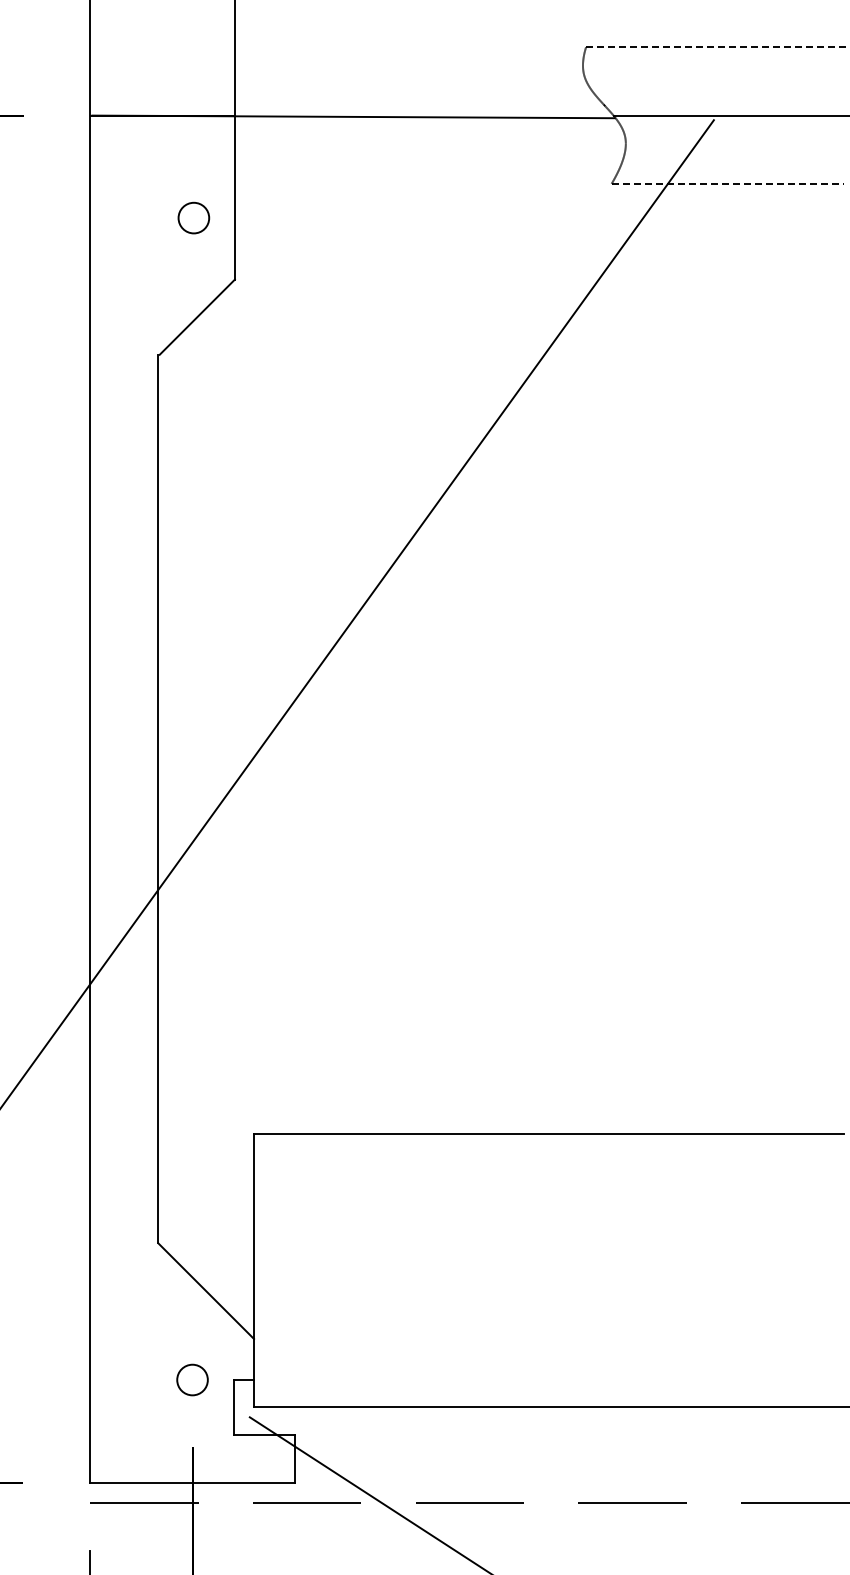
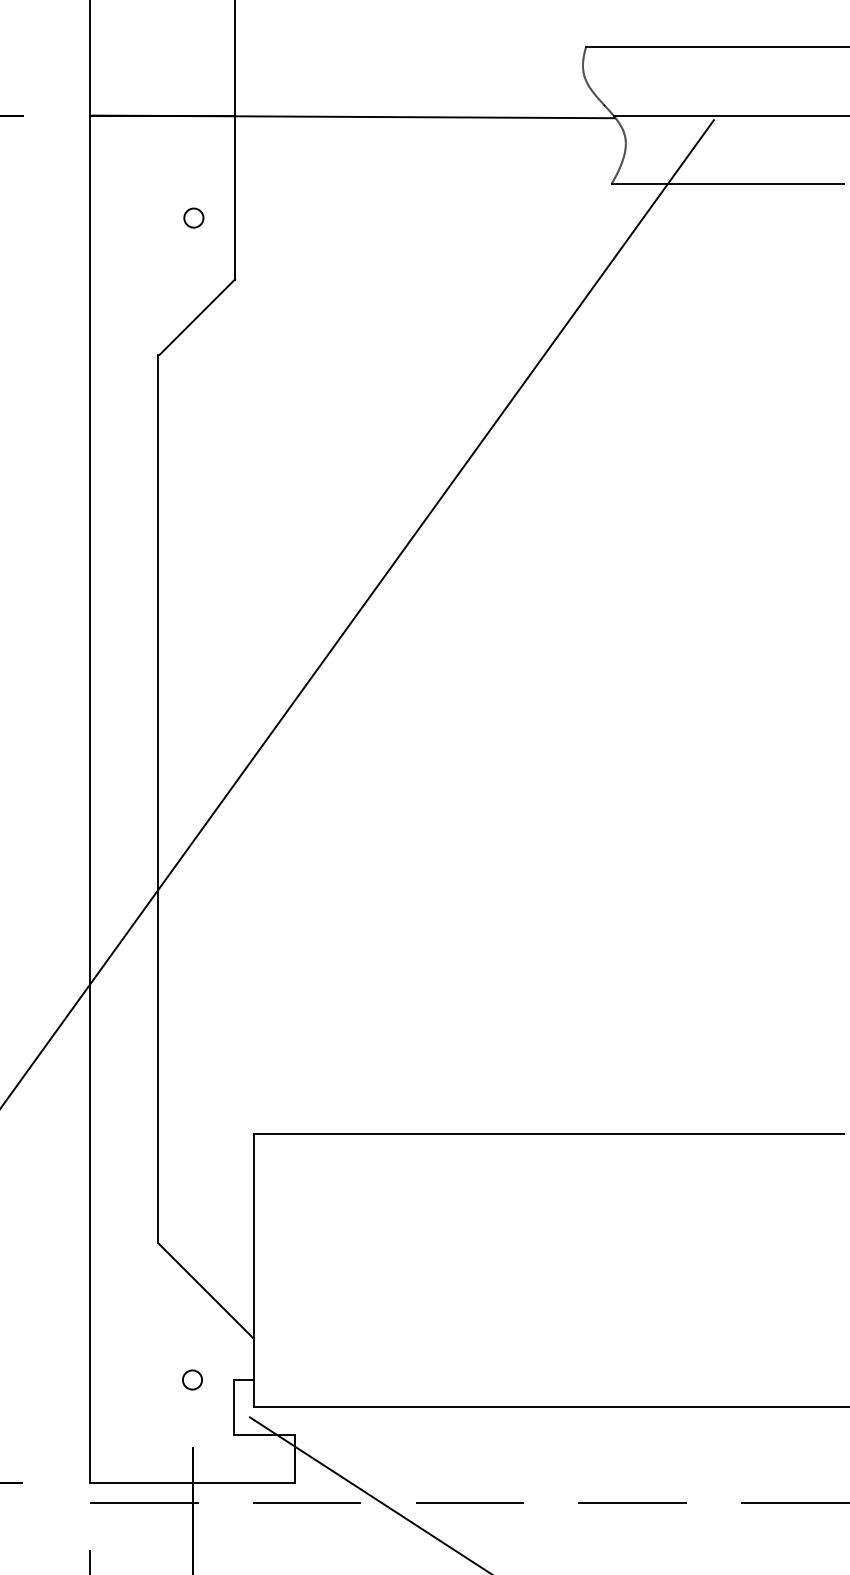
line at (717, 47): dashed -> solid
line at (727, 183): dashed -> solid
circle at (193, 217) diameter: 31 px -> 19 px
circle at (192, 1379) size: 33x34 px -> 21x22 px
